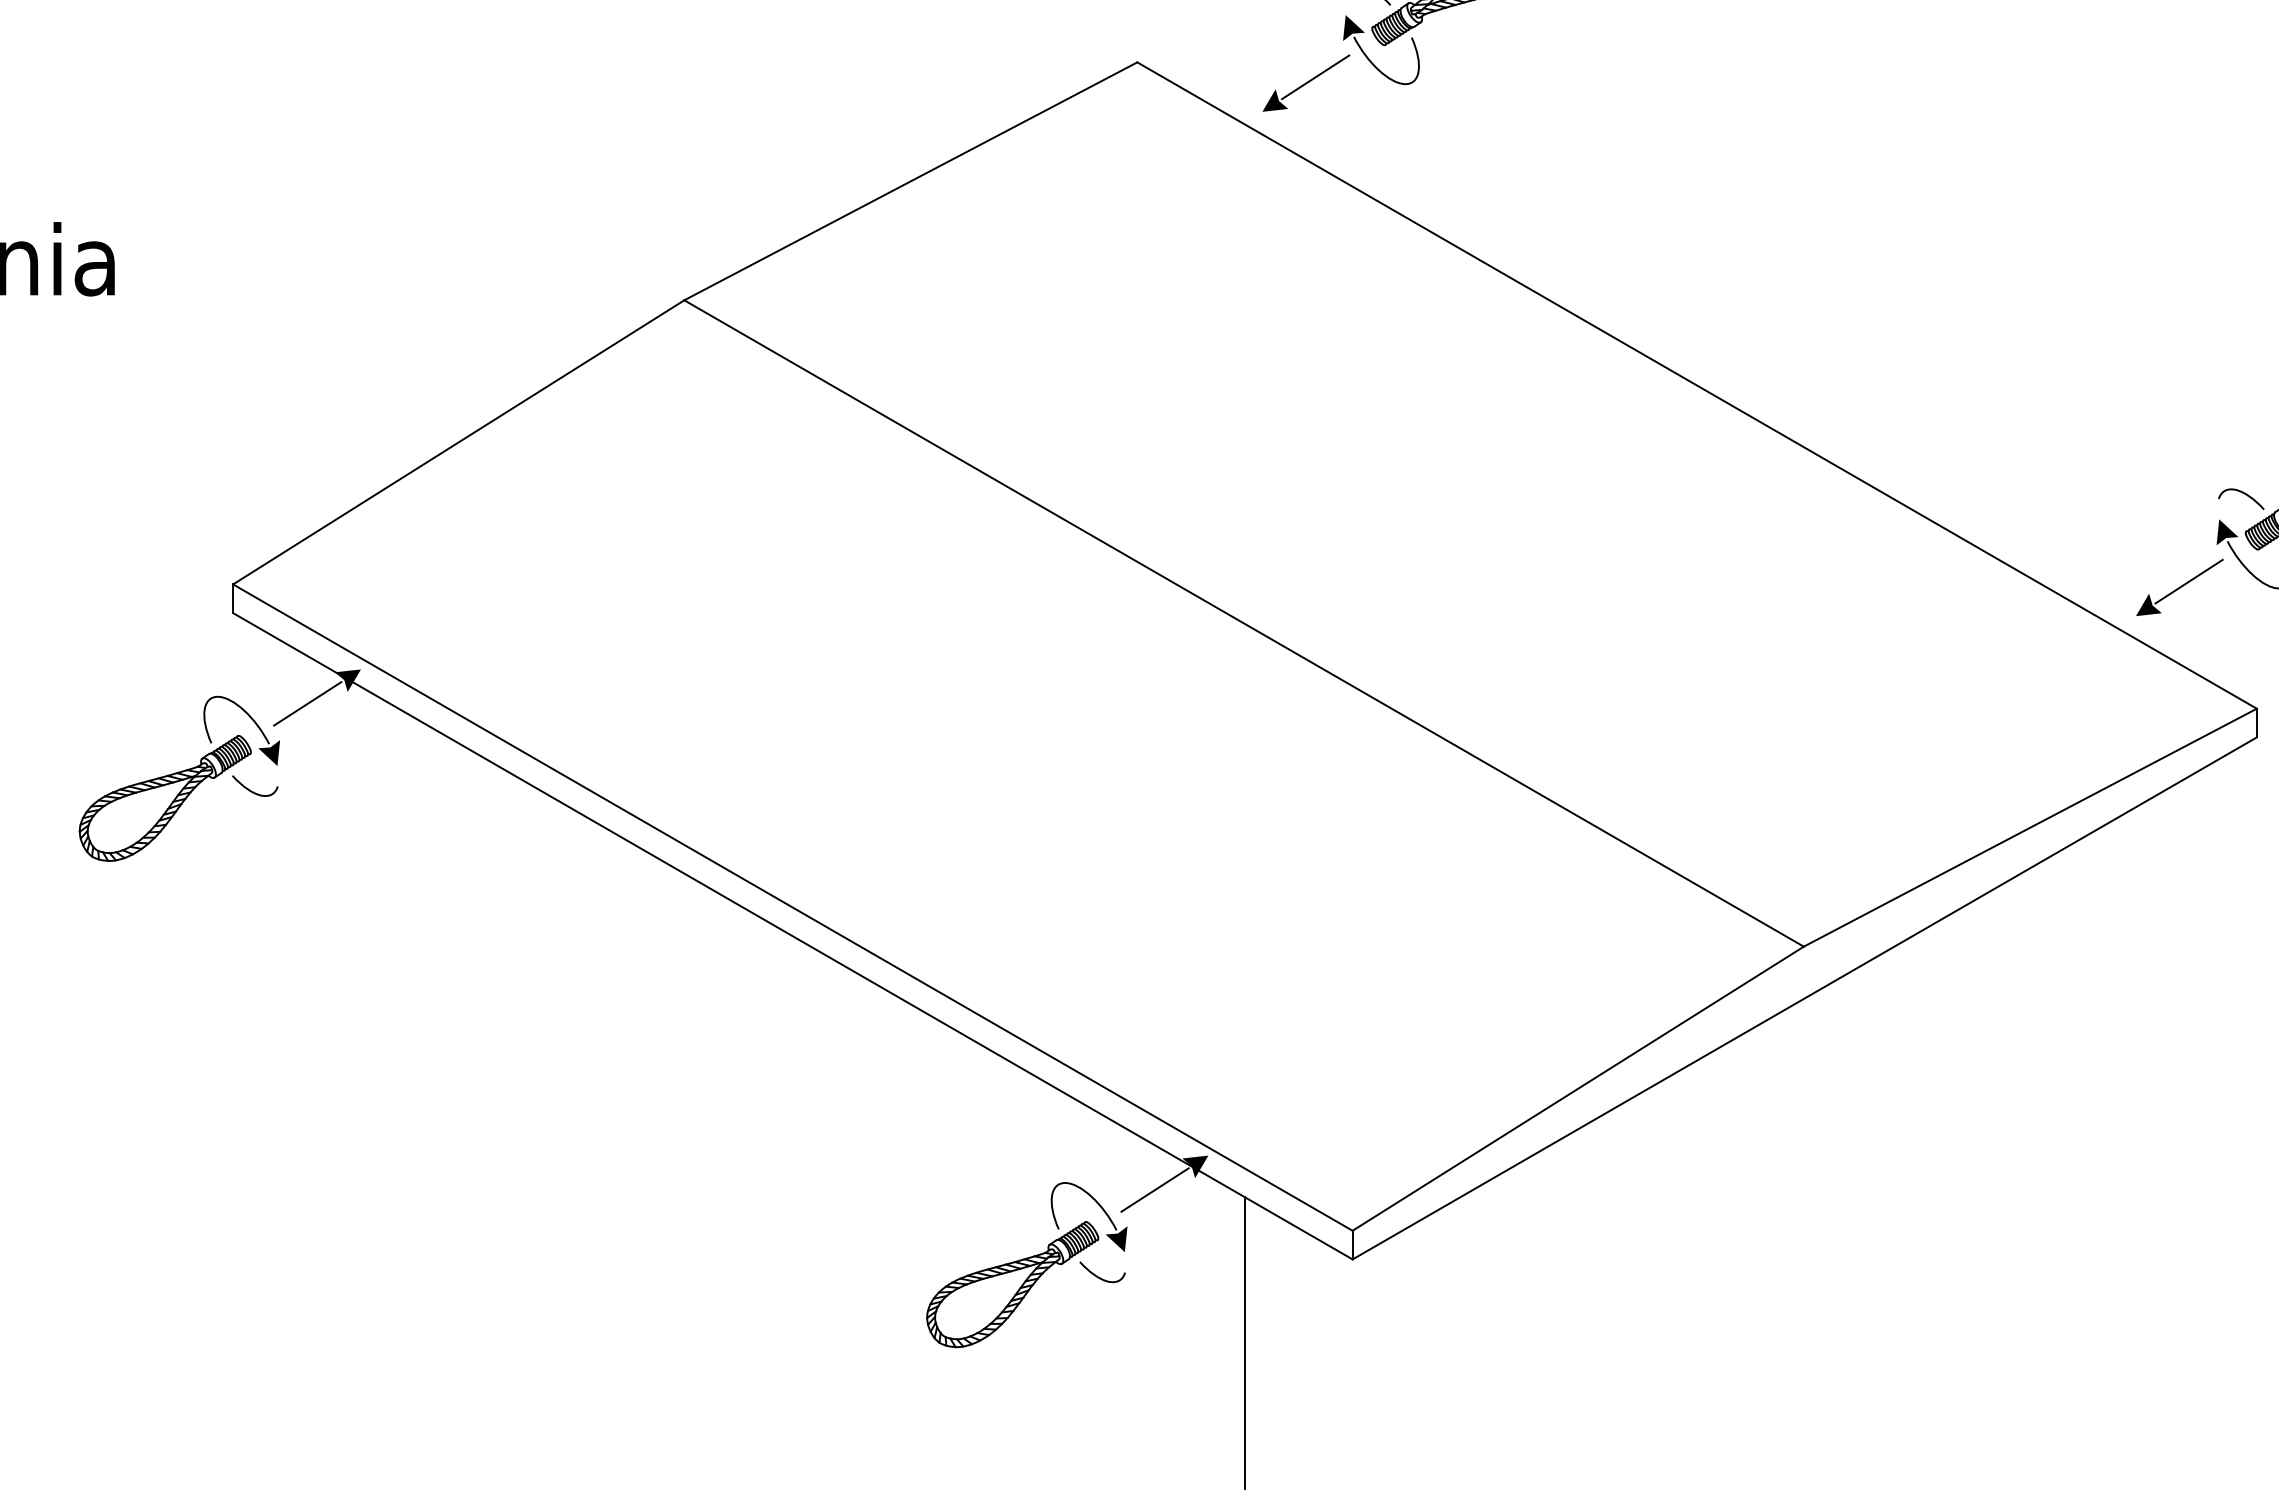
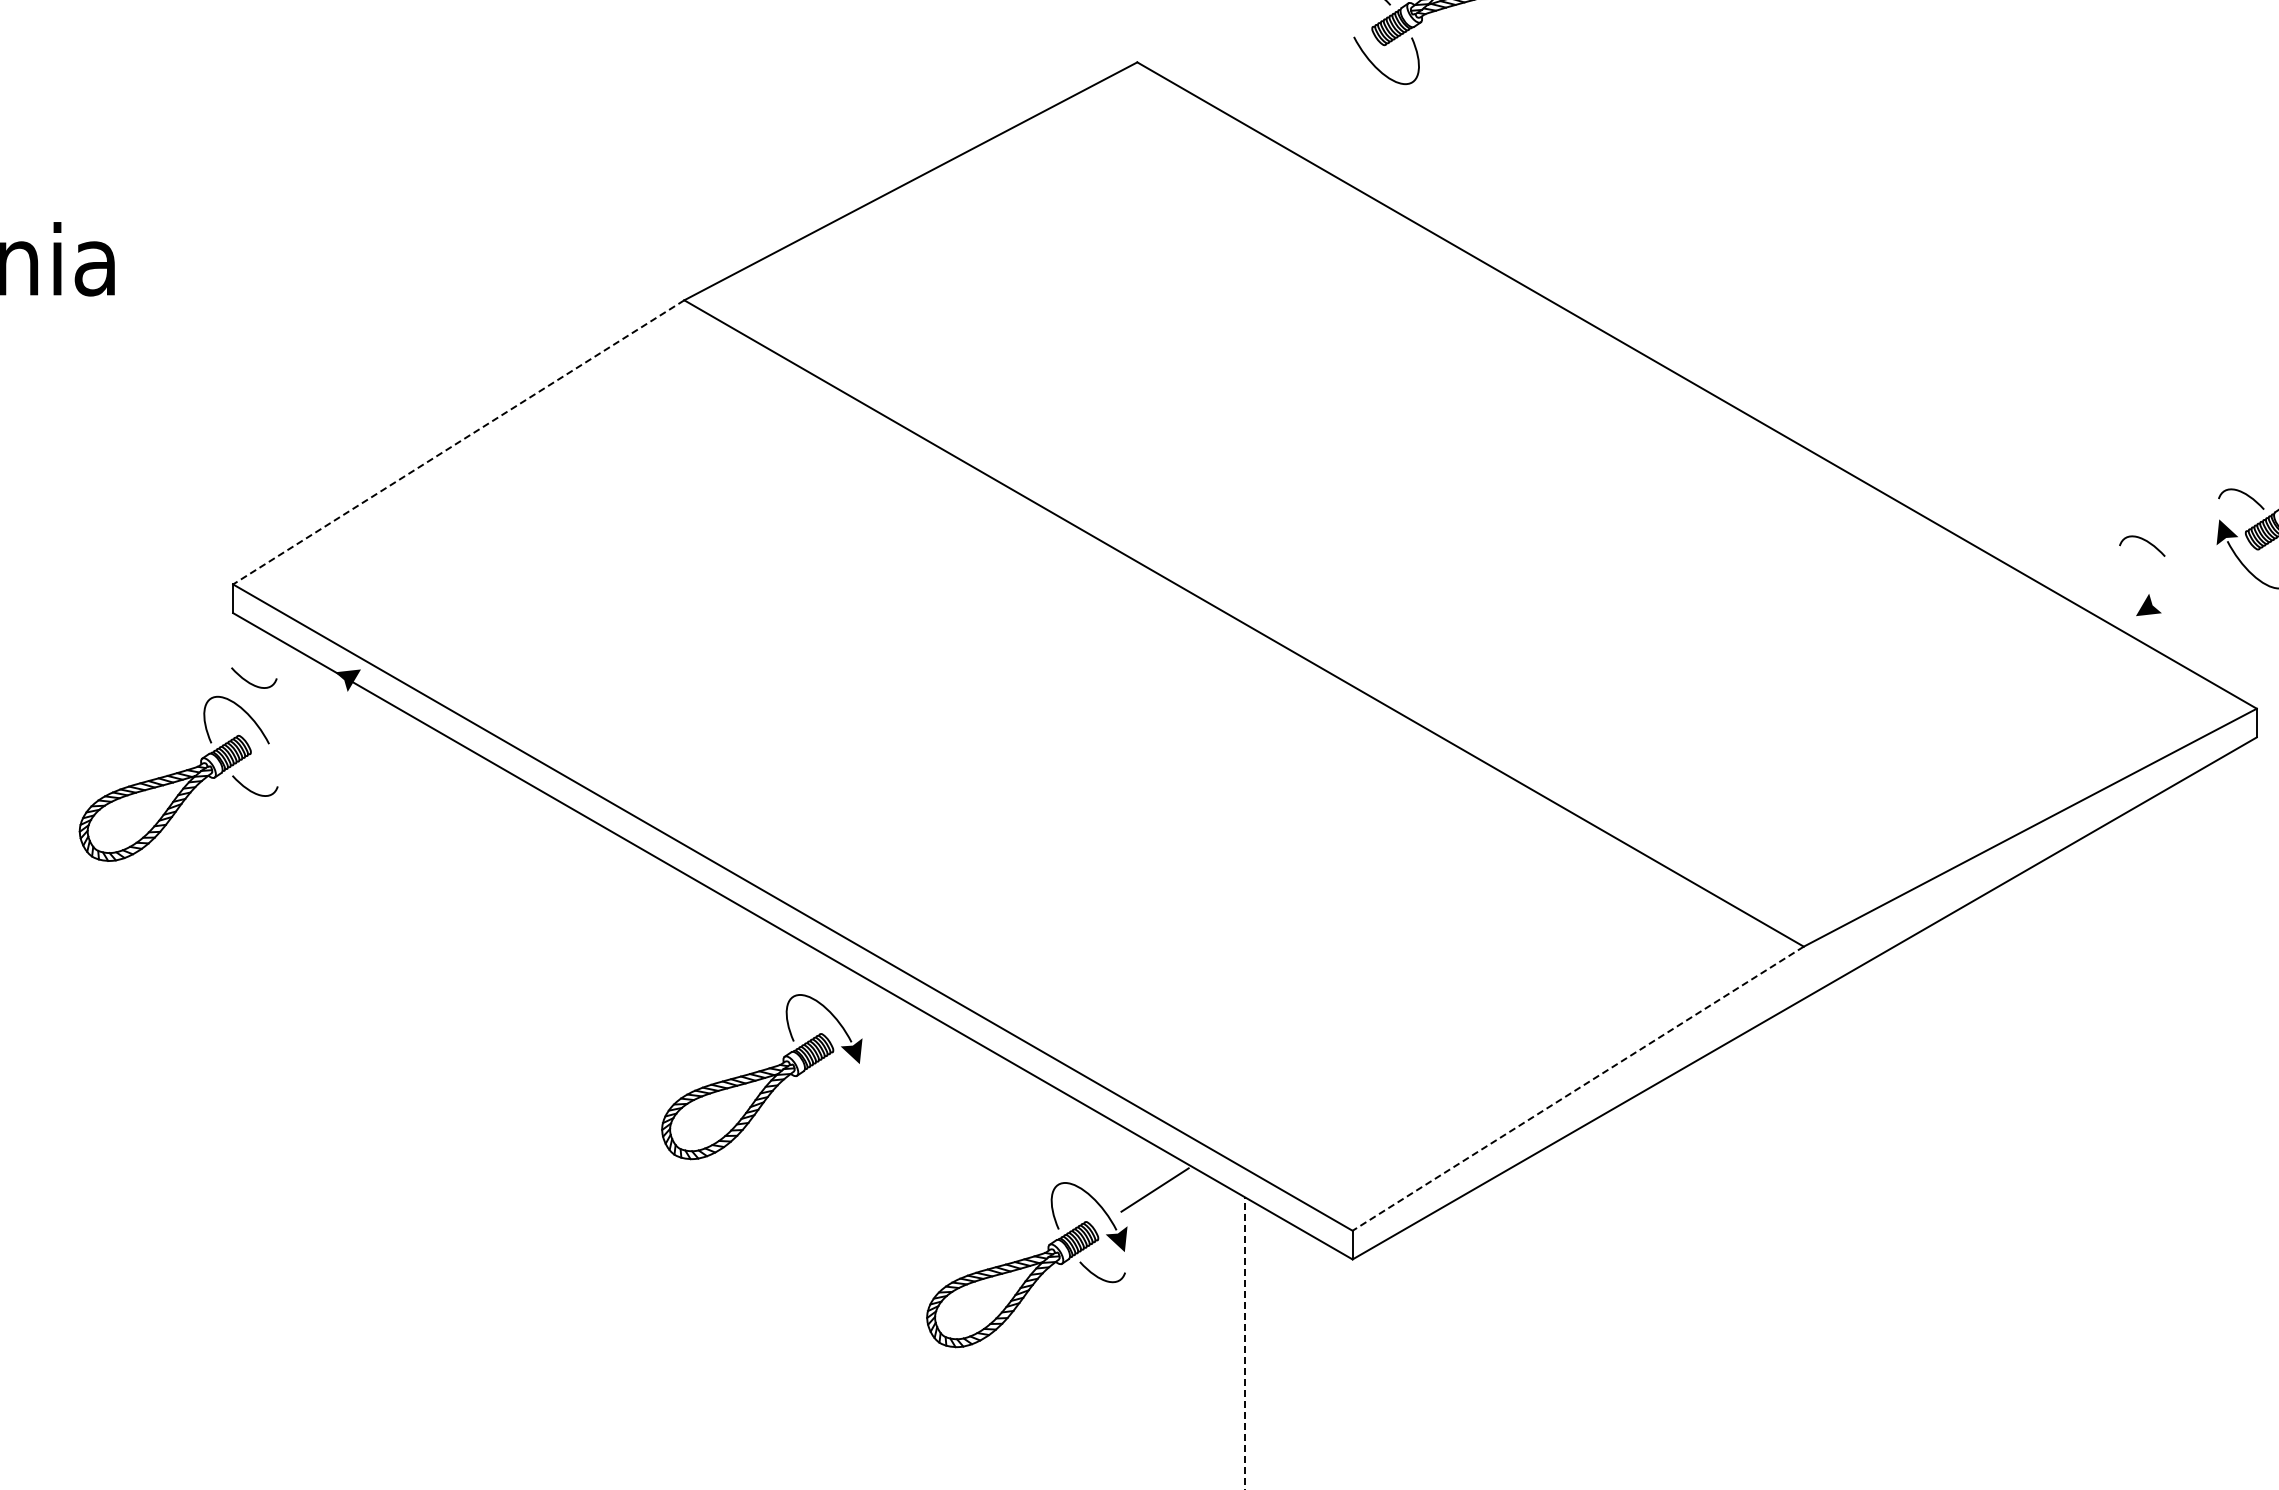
fill at (1353, 28): present -> none
part at (1306, 82): present -> none
line at (458, 442): solid -> dashed
curve at (2145, 541): none -> present
line at (2188, 581): present -> none
curve at (252, 683): none -> present
line at (307, 703): present -> none
fill at (269, 753): present -> none
part at (761, 1077): none -> present
line at (1578, 1088): solid -> dashed
fill at (1195, 1166): present -> none
line at (1244, 1343): solid -> dashed
